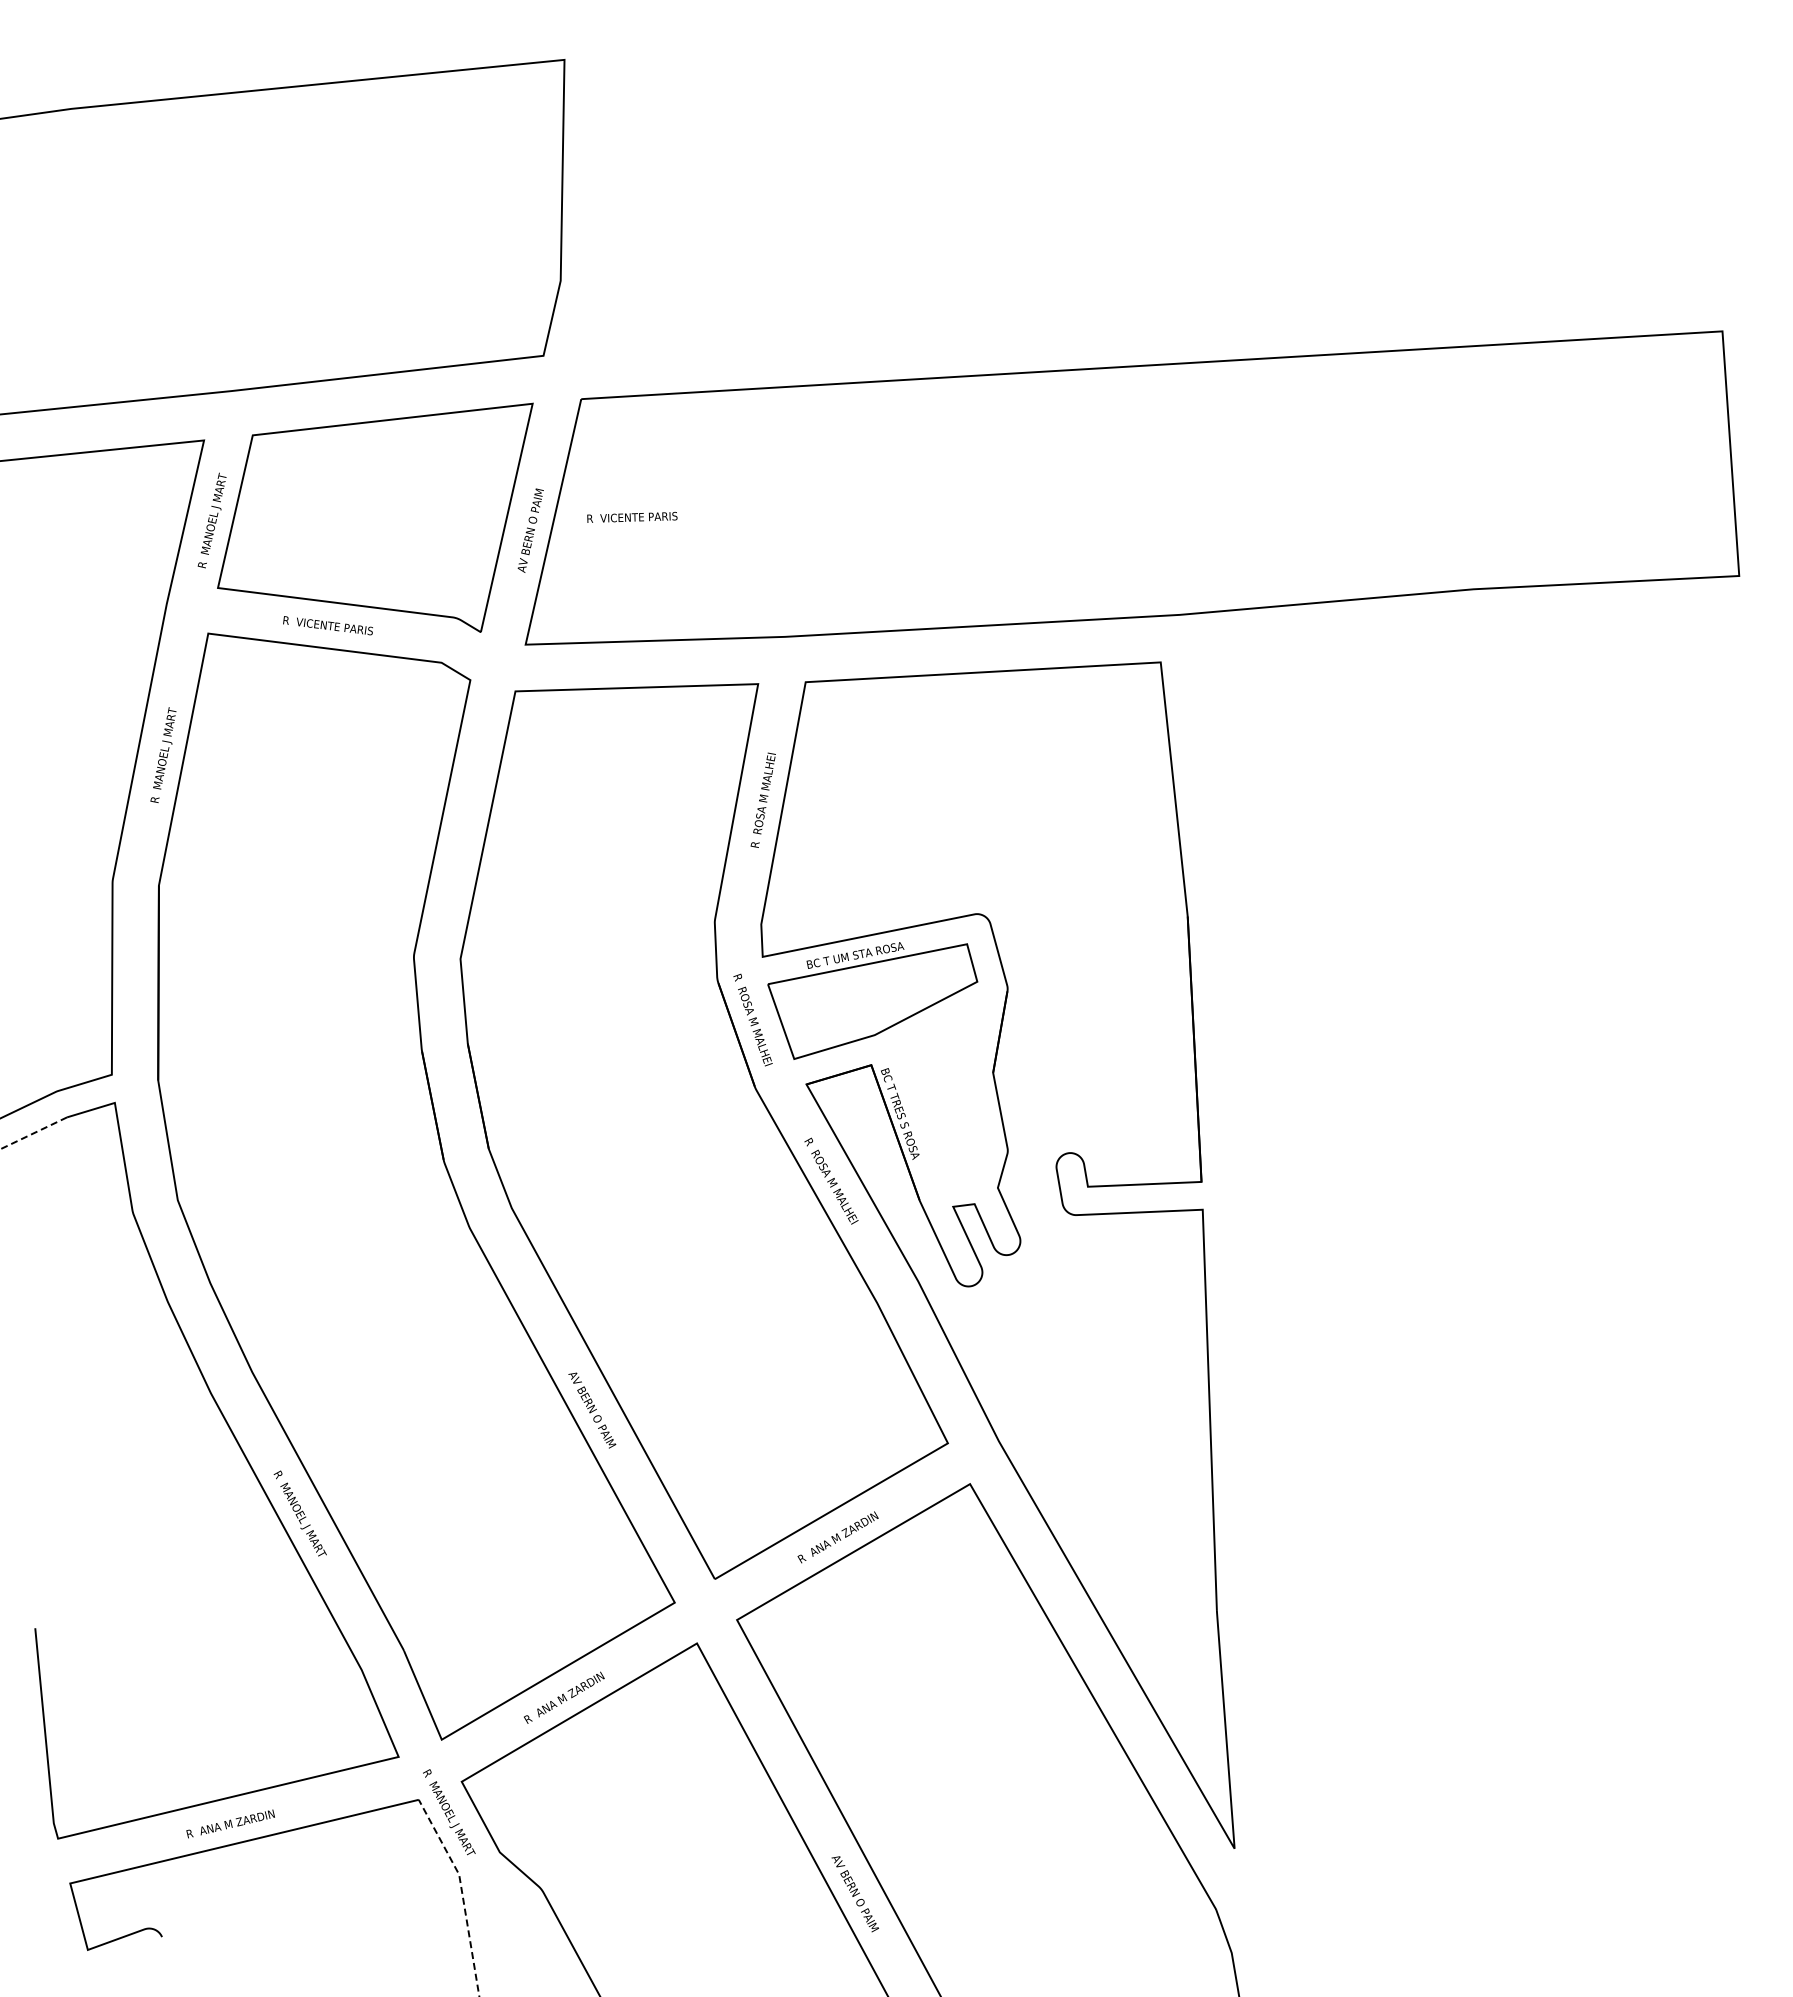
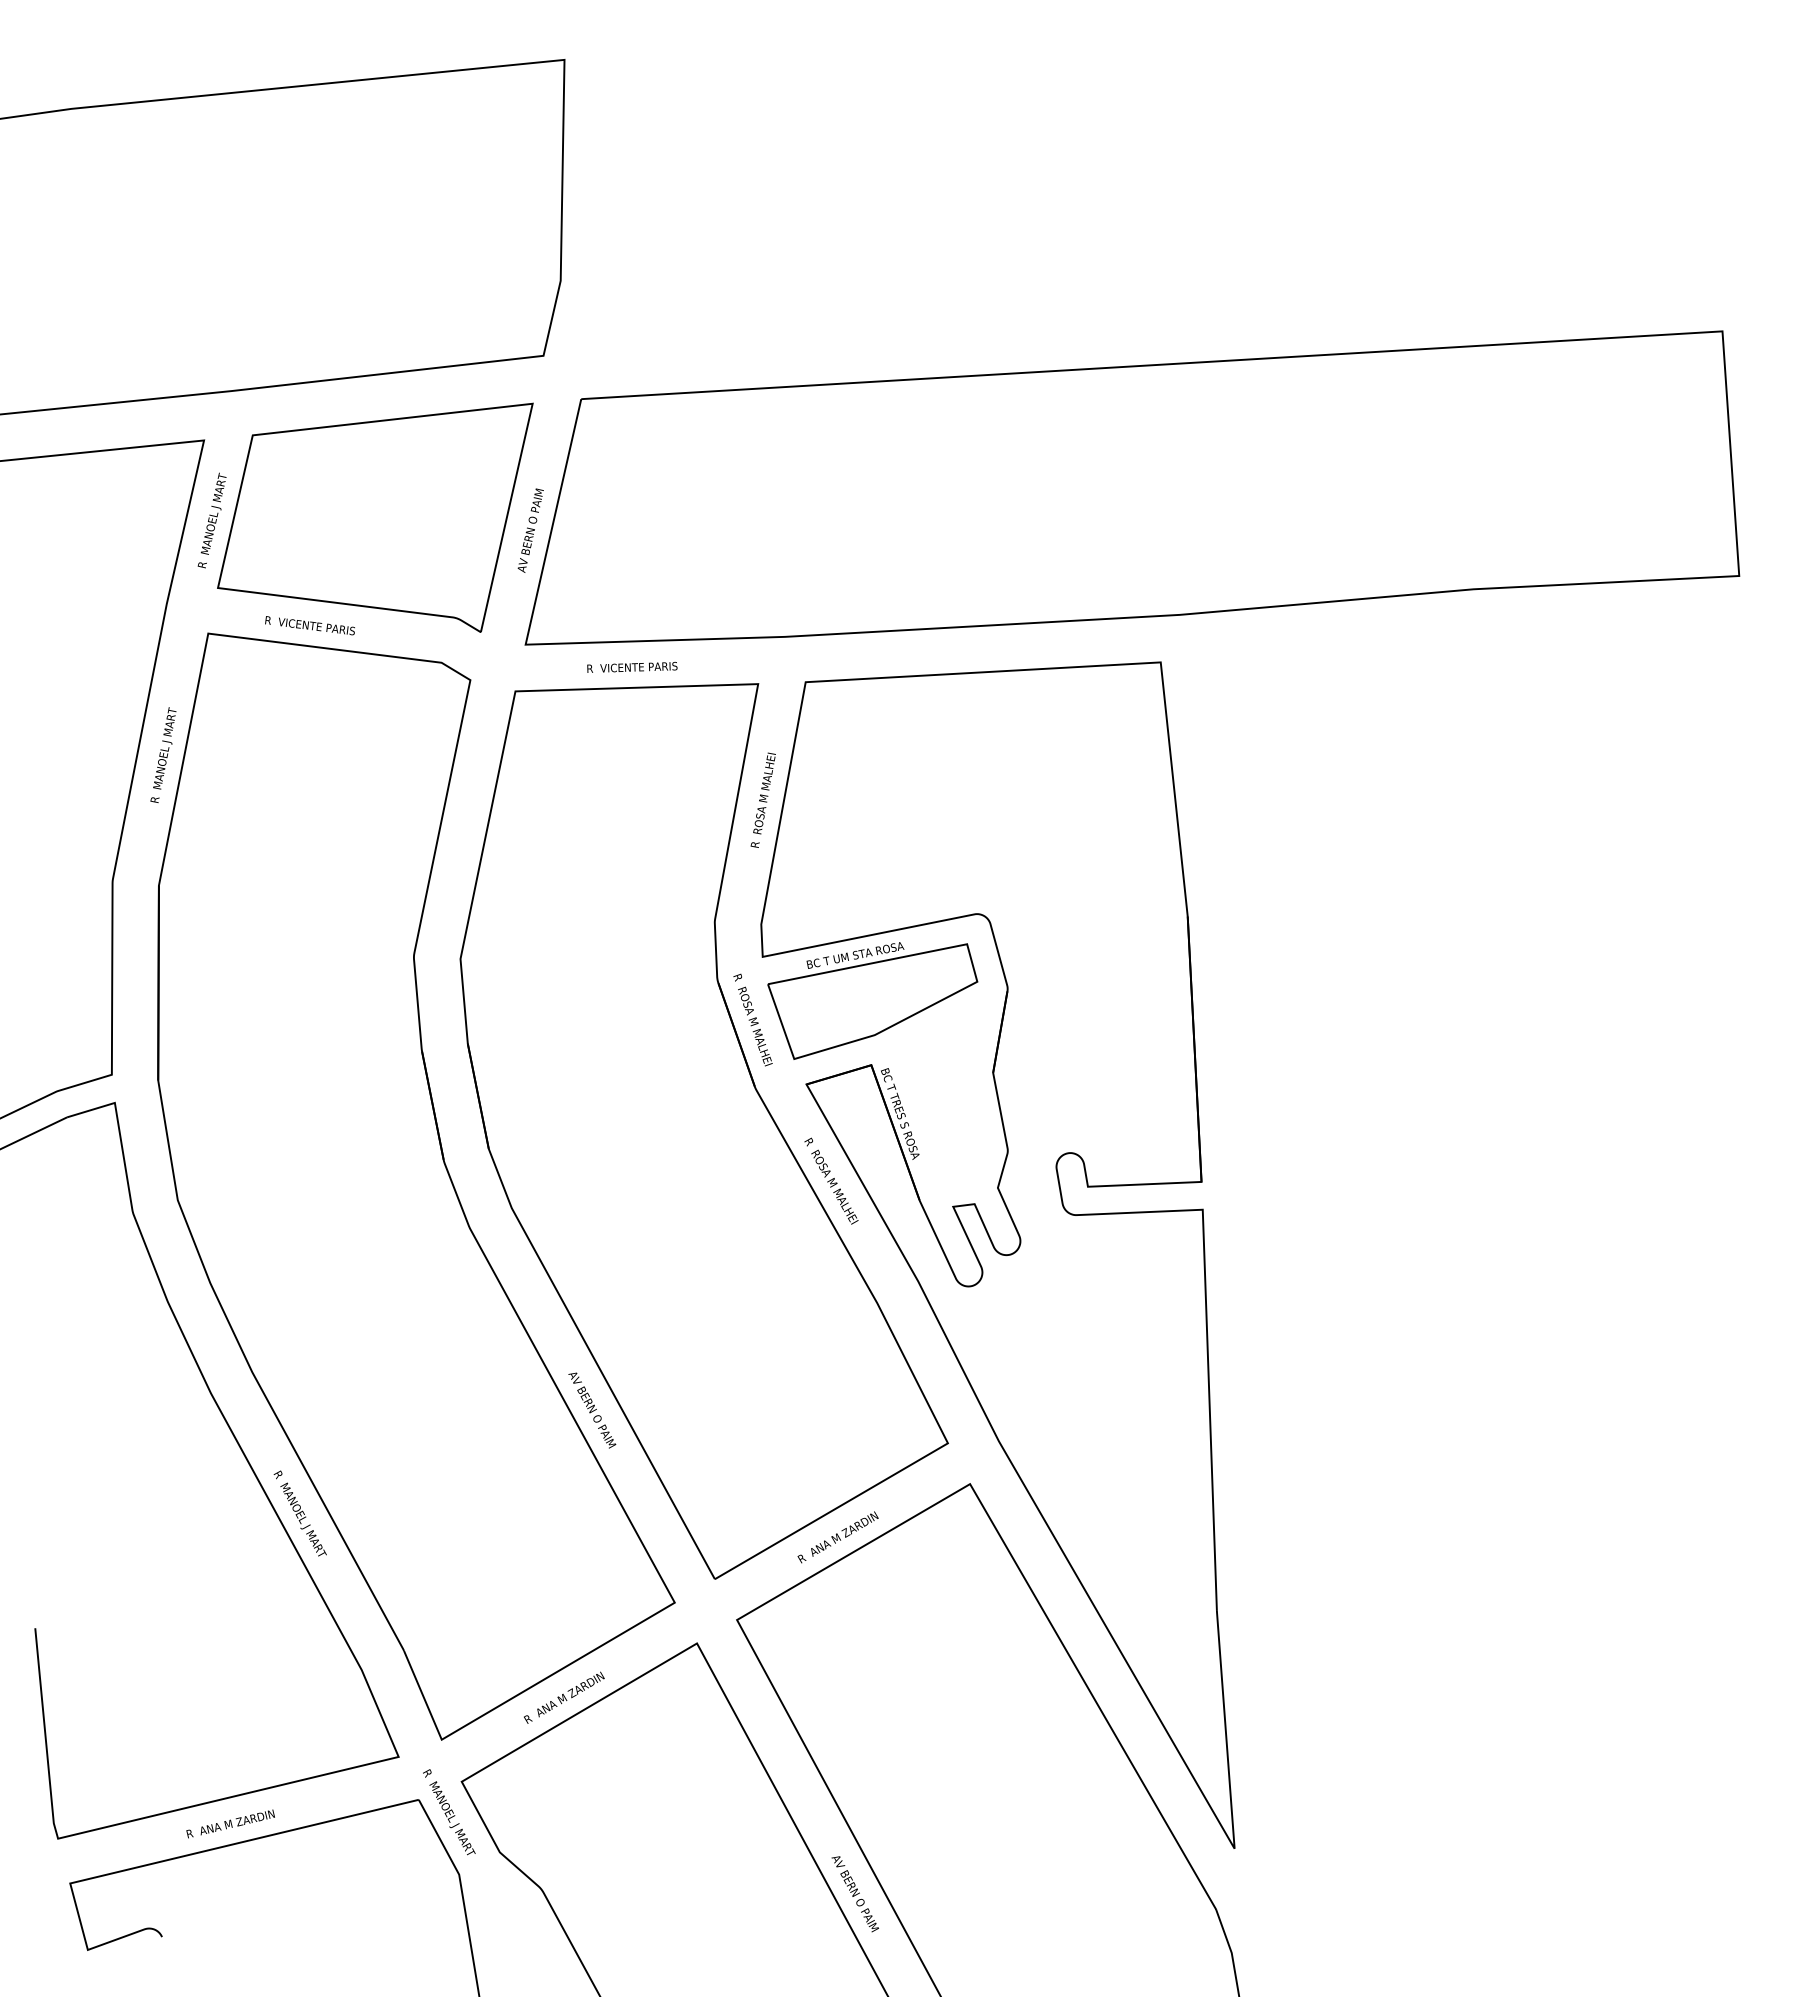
text at (632, 517) position: (632, 517) -> (632, 667)
text at (327, 625) position: (327, 625) -> (309, 625)
line at (33, 1133): dashed -> solid
line at (462, 1892): dashed -> solid
